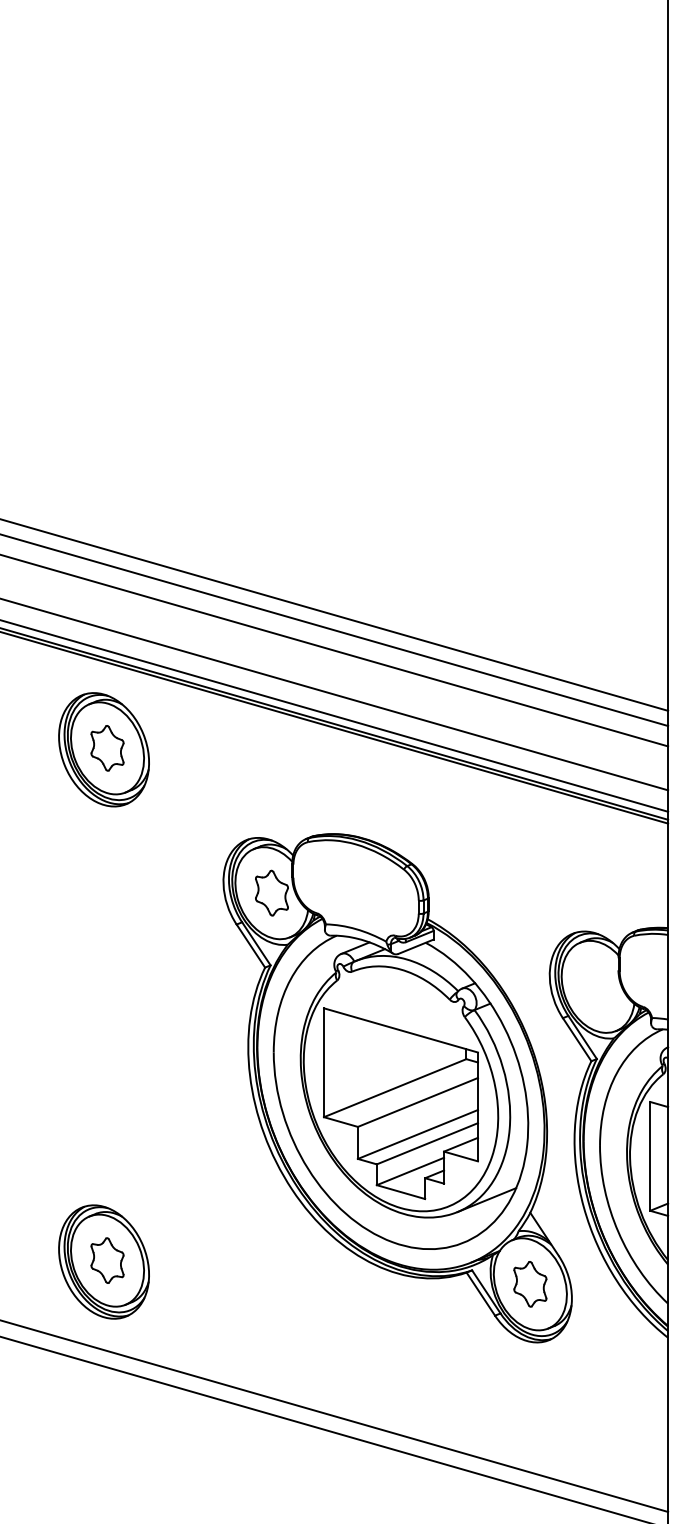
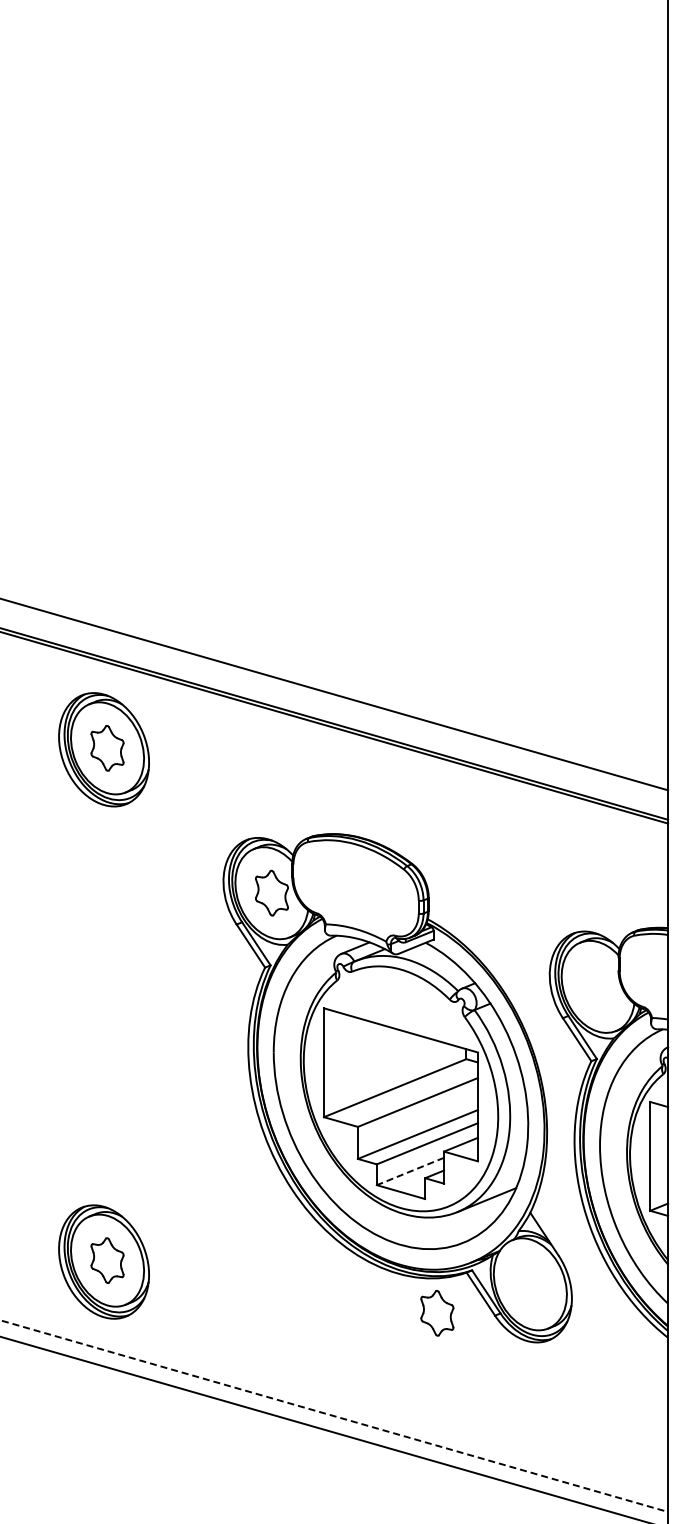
line at (335, 614): present -> none
line at (335, 630): present -> none
line at (335, 650): present -> none
line at (335, 715): present -> none
line at (410, 1171): solid -> dashed
part at (530, 1284) position: (530, 1284) -> (437, 1313)
line at (334, 1416): solid -> dashed
